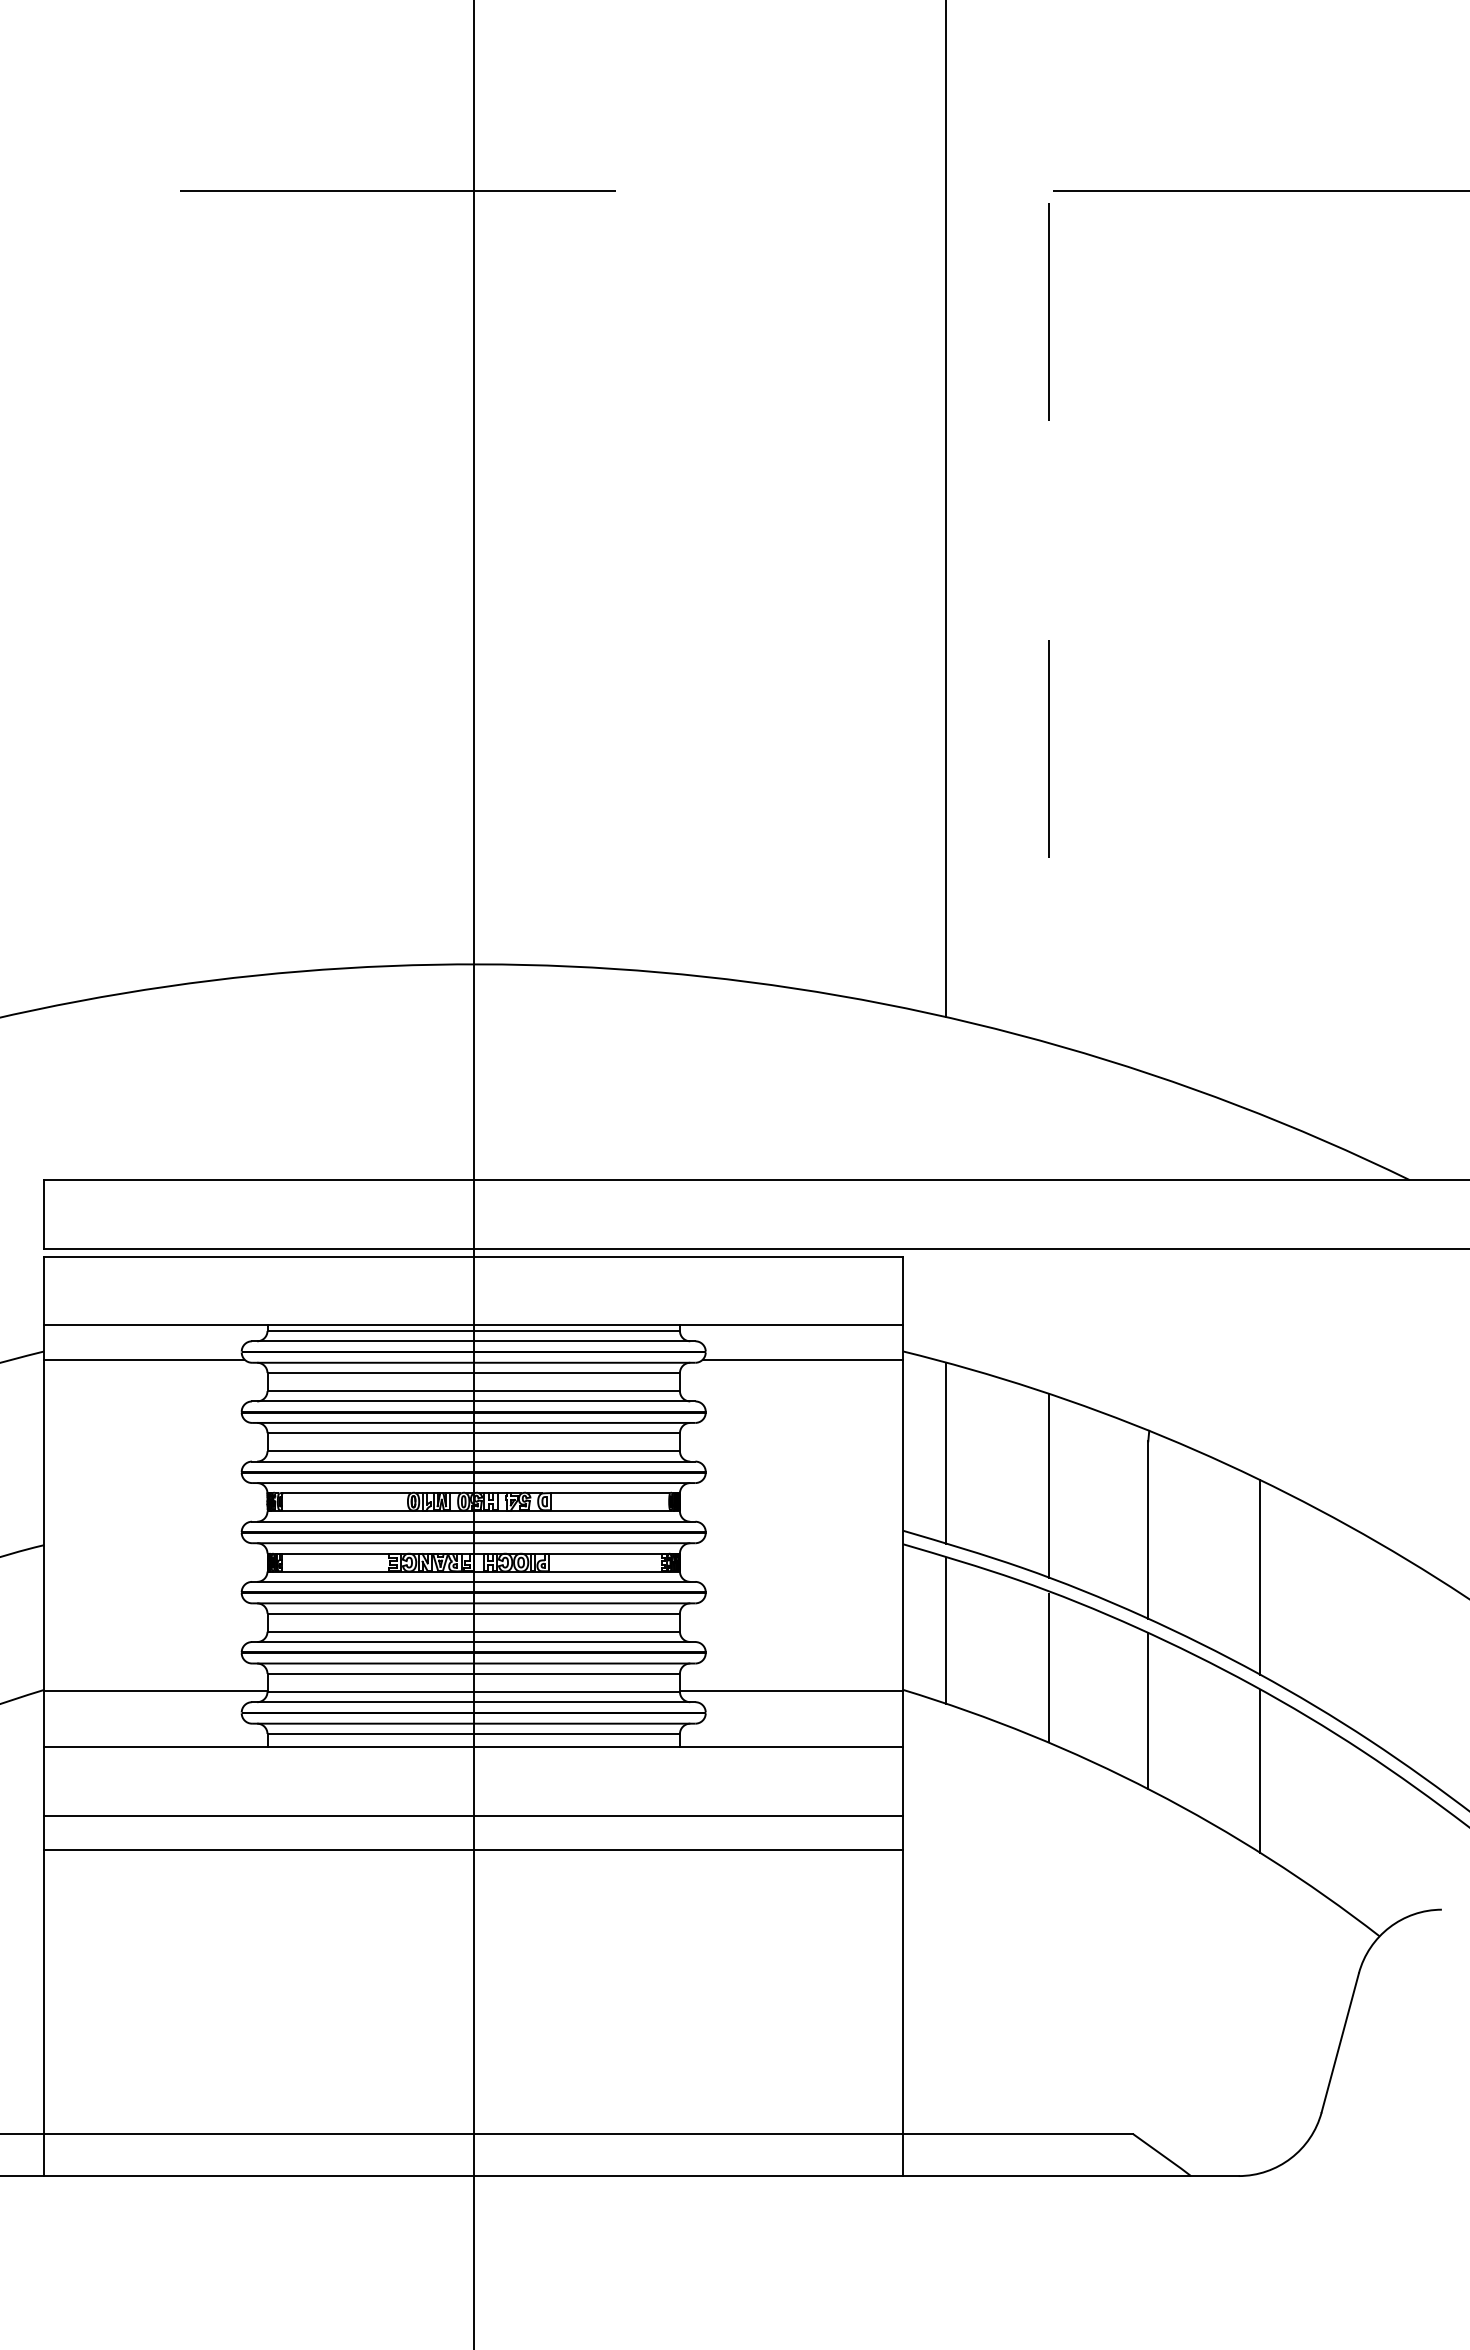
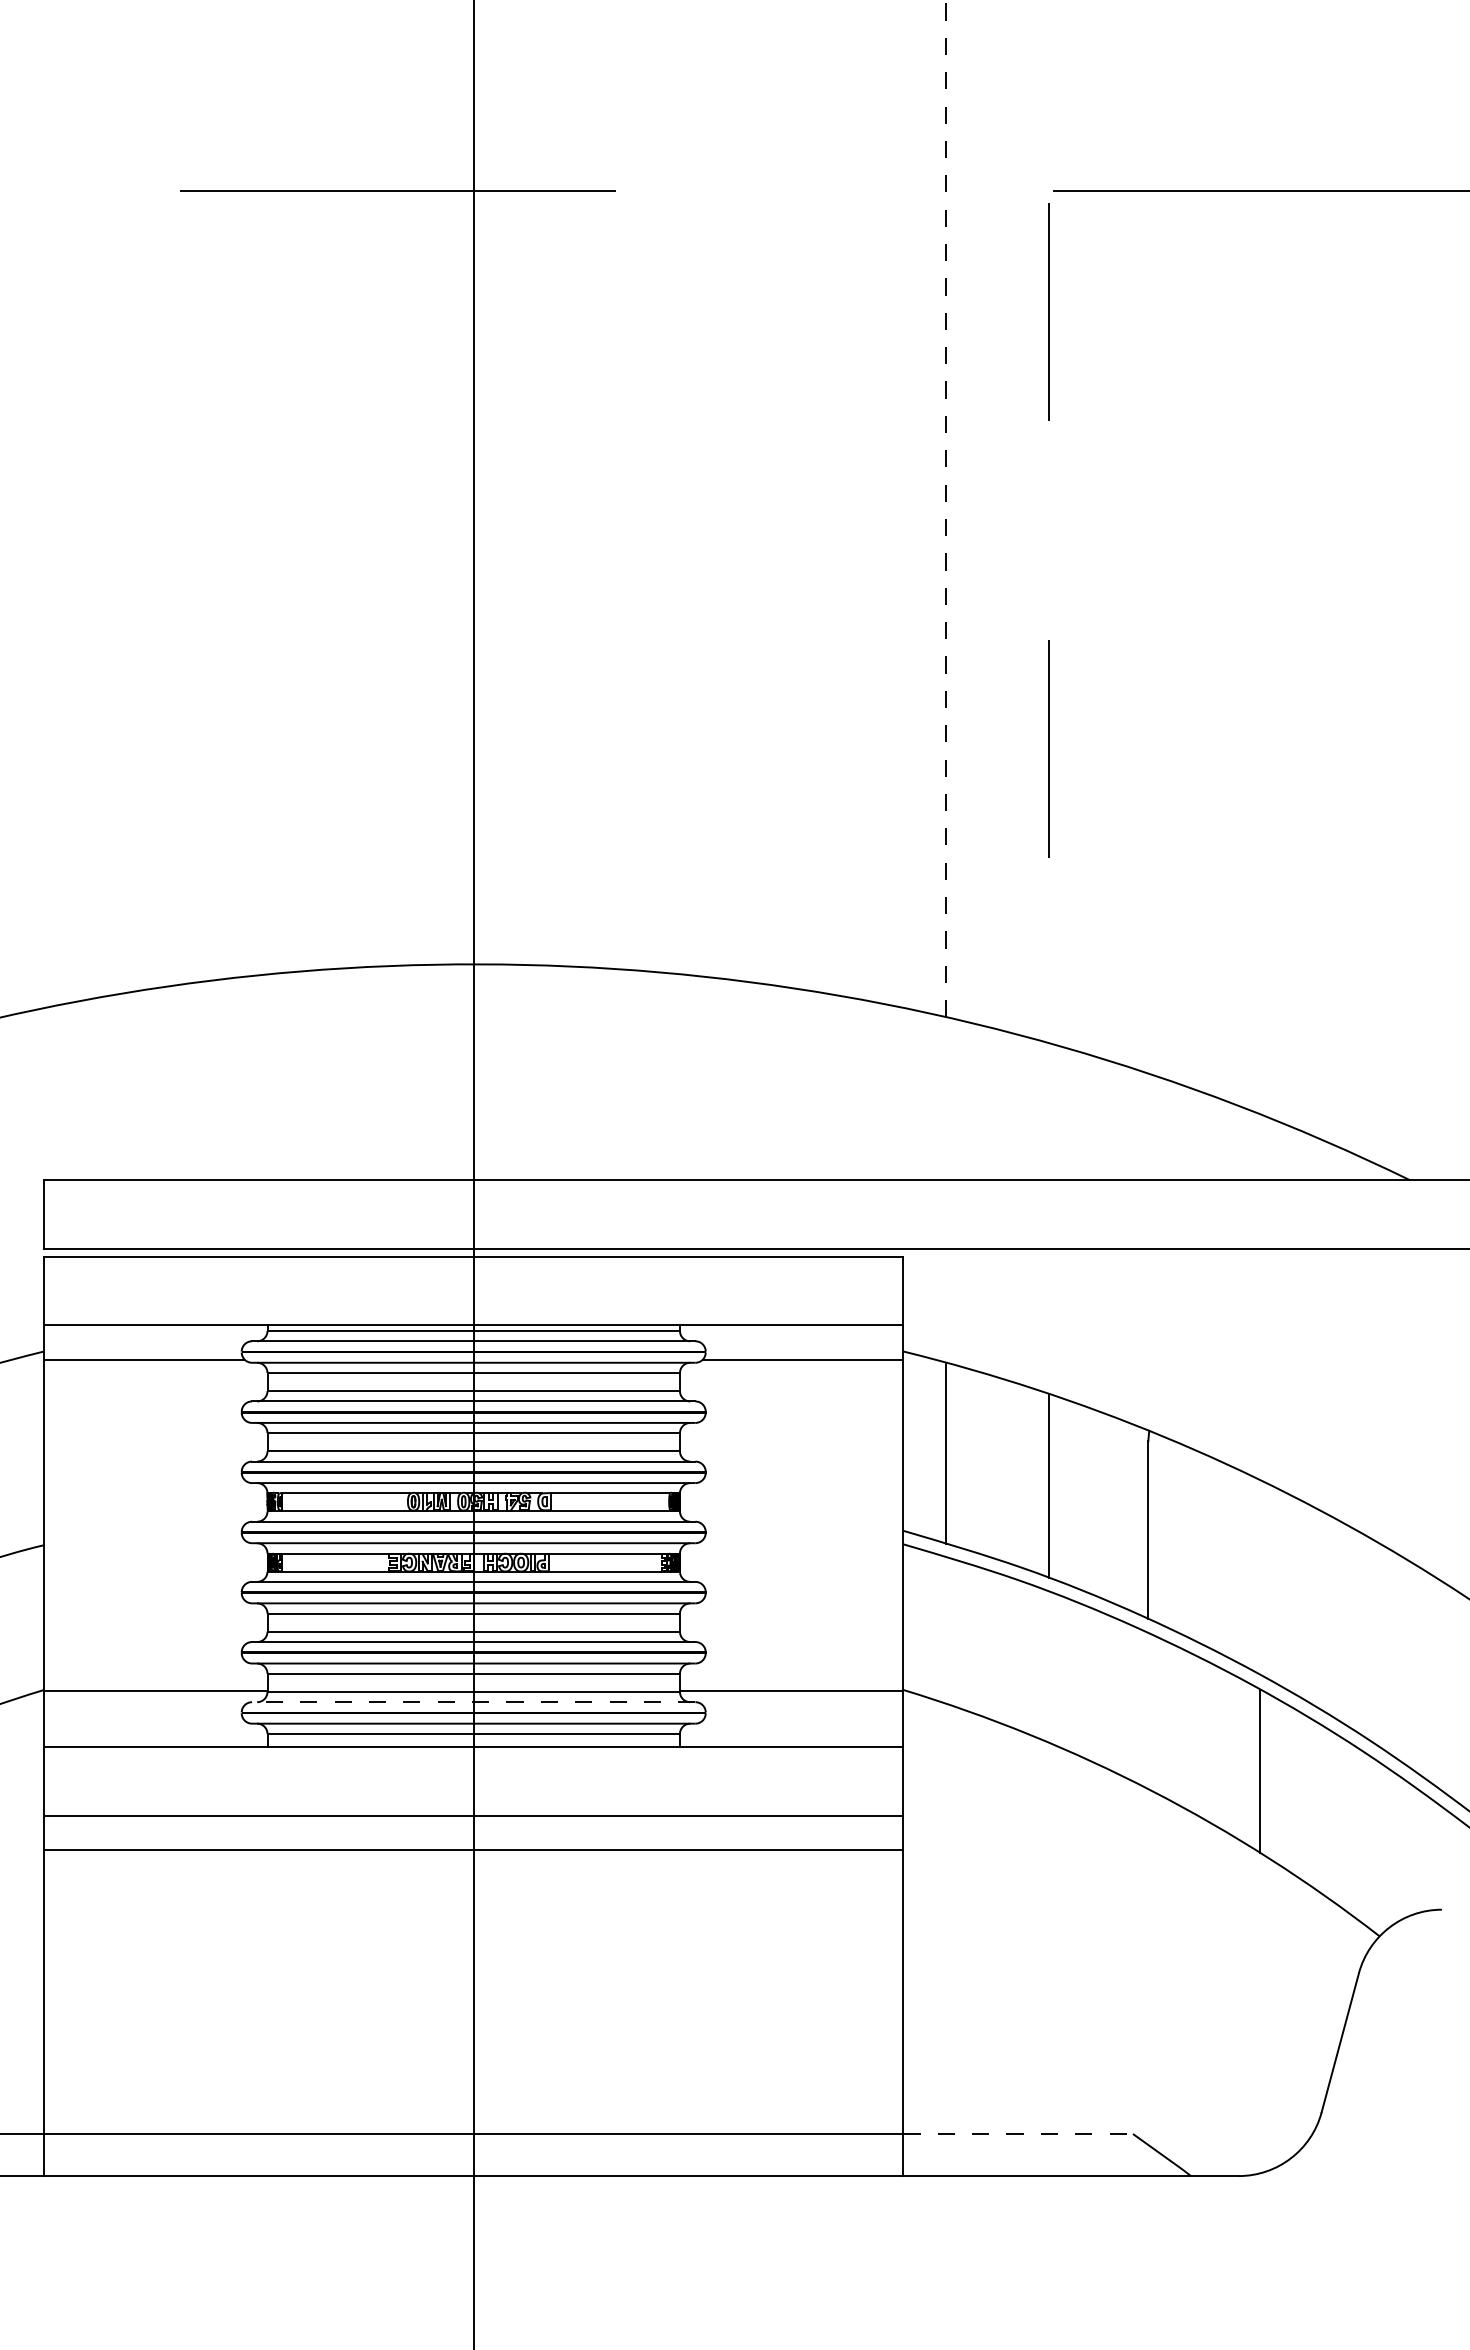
line at (946, 508): solid -> dashed
line at (1259, 1576): present -> none
line at (946, 1630): present -> none
line at (1049, 1667): present -> none
line at (473, 1702): solid -> dashed
line at (1148, 1711): present -> none
line at (1018, 2133): solid -> dashed
